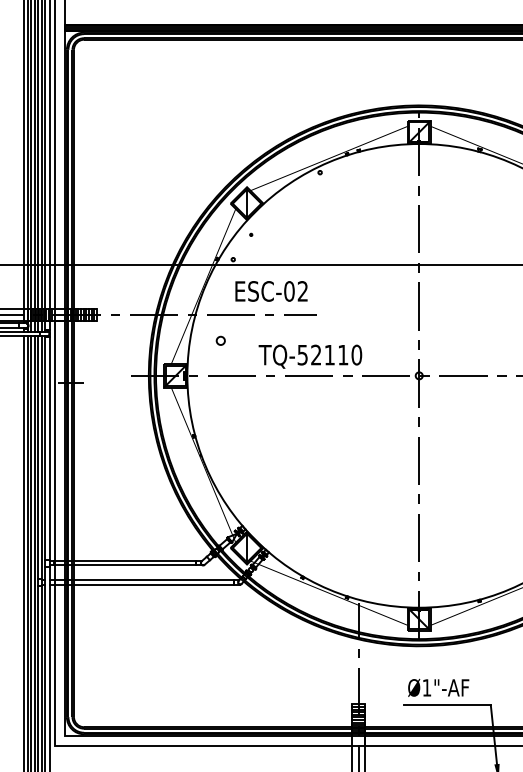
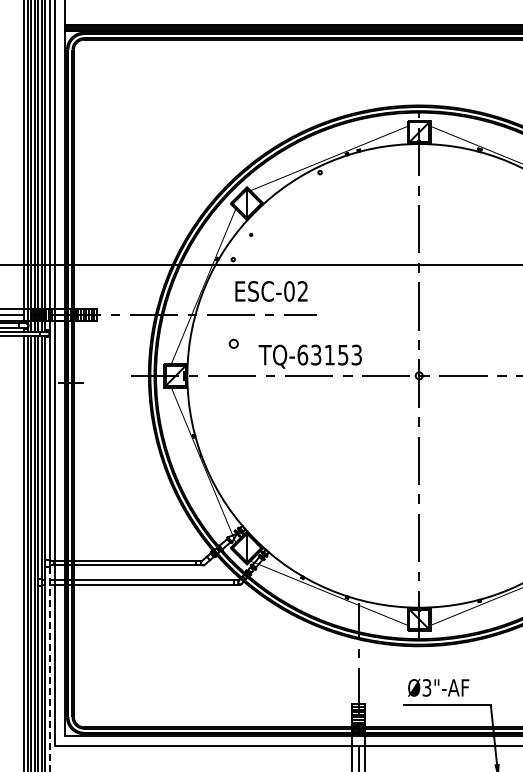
circle at (220, 340) position: (220, 340) -> (233, 343)
text at (329, 354): TQ-52110 -> TQ-63153
line at (49, 669): solid -> dashed
text at (426, 687): Ø1"-AF -> Ø3"-AF
